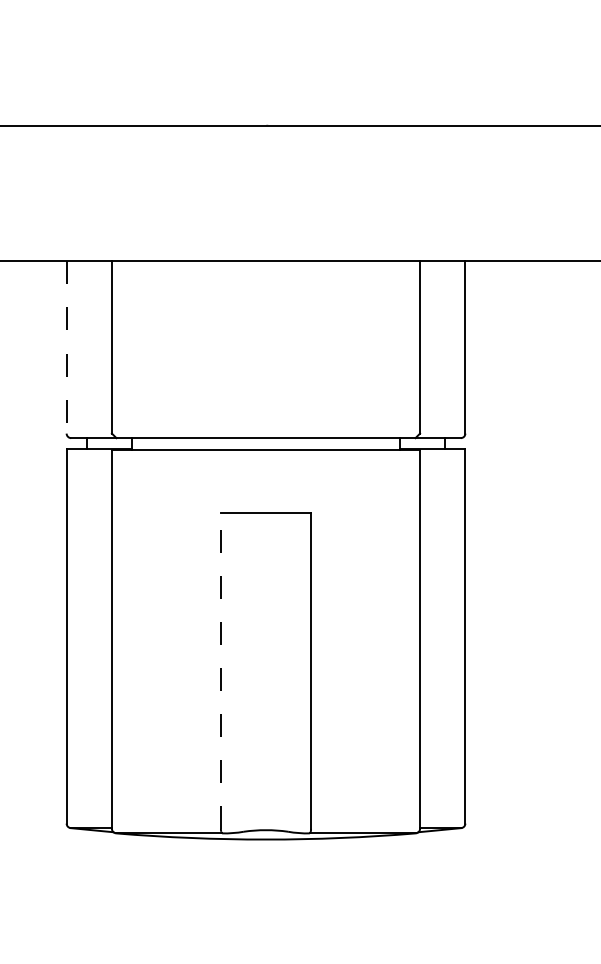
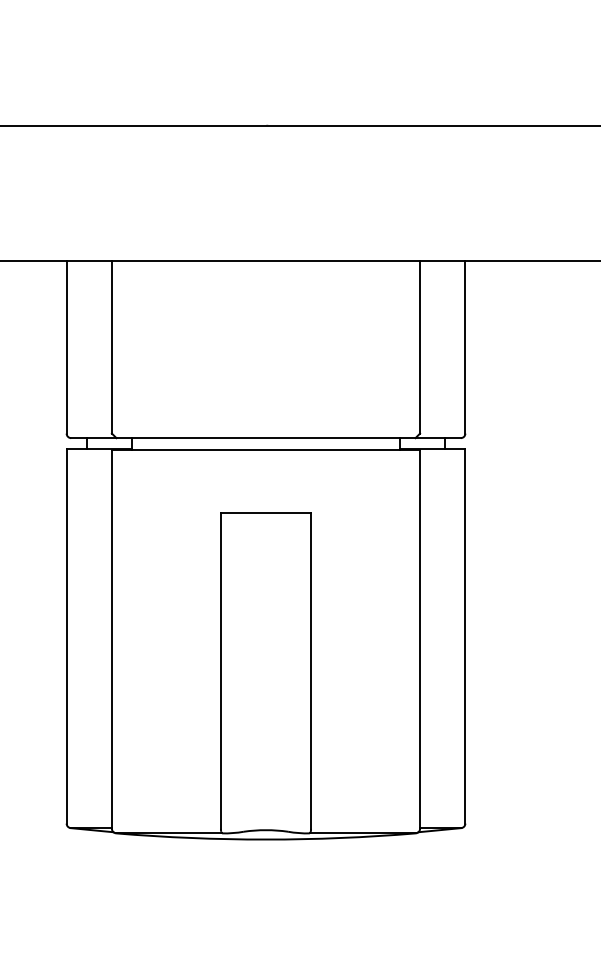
line at (66, 348): dashed -> solid
line at (220, 671): dashed -> solid
